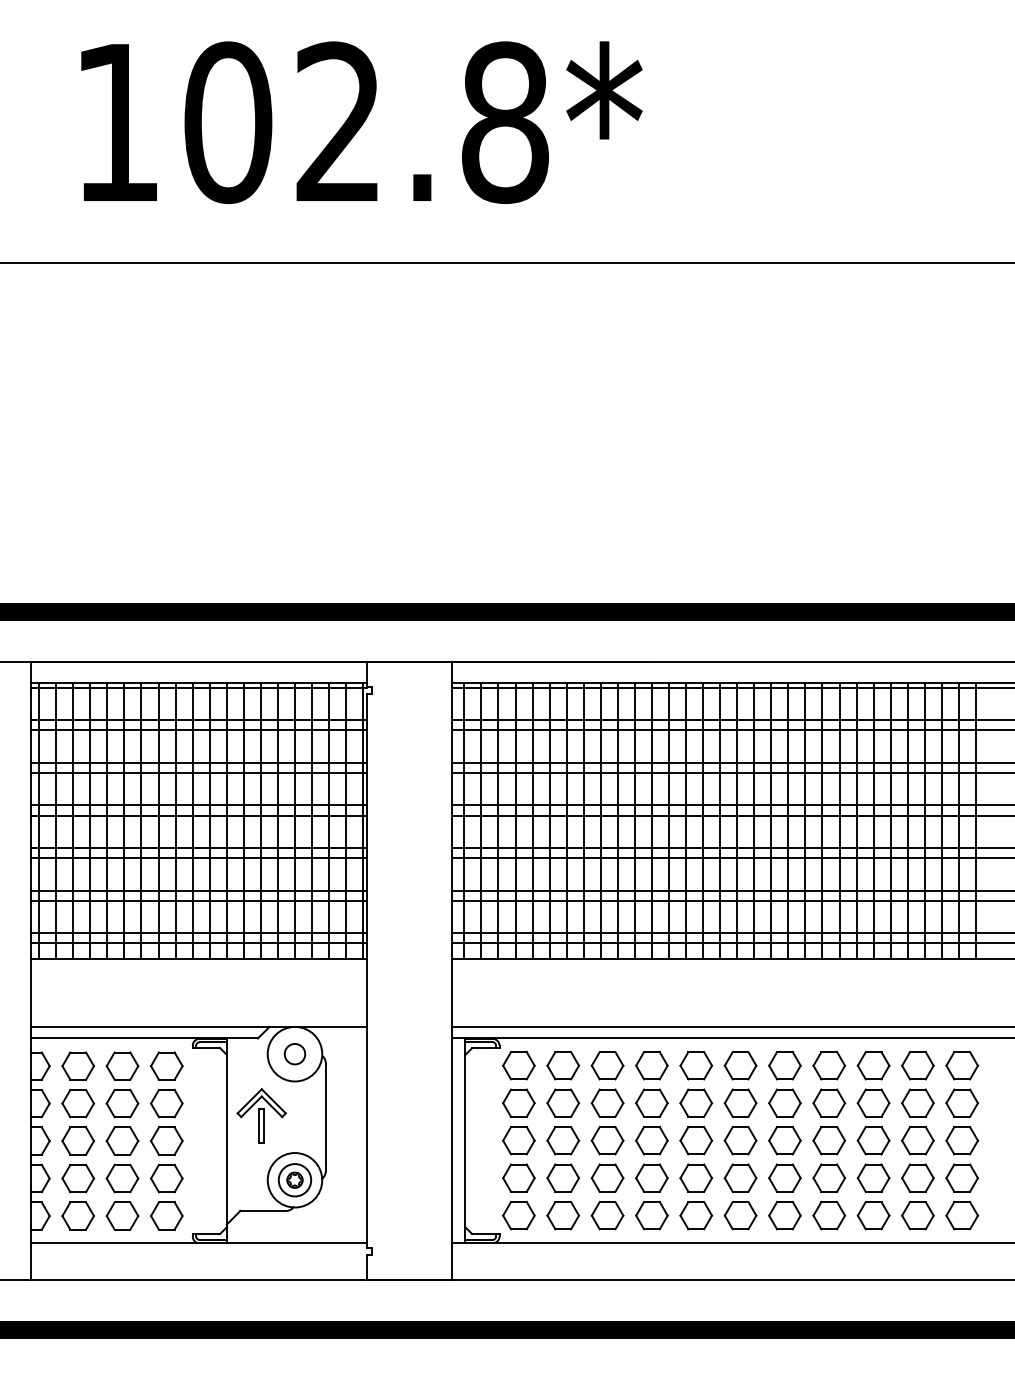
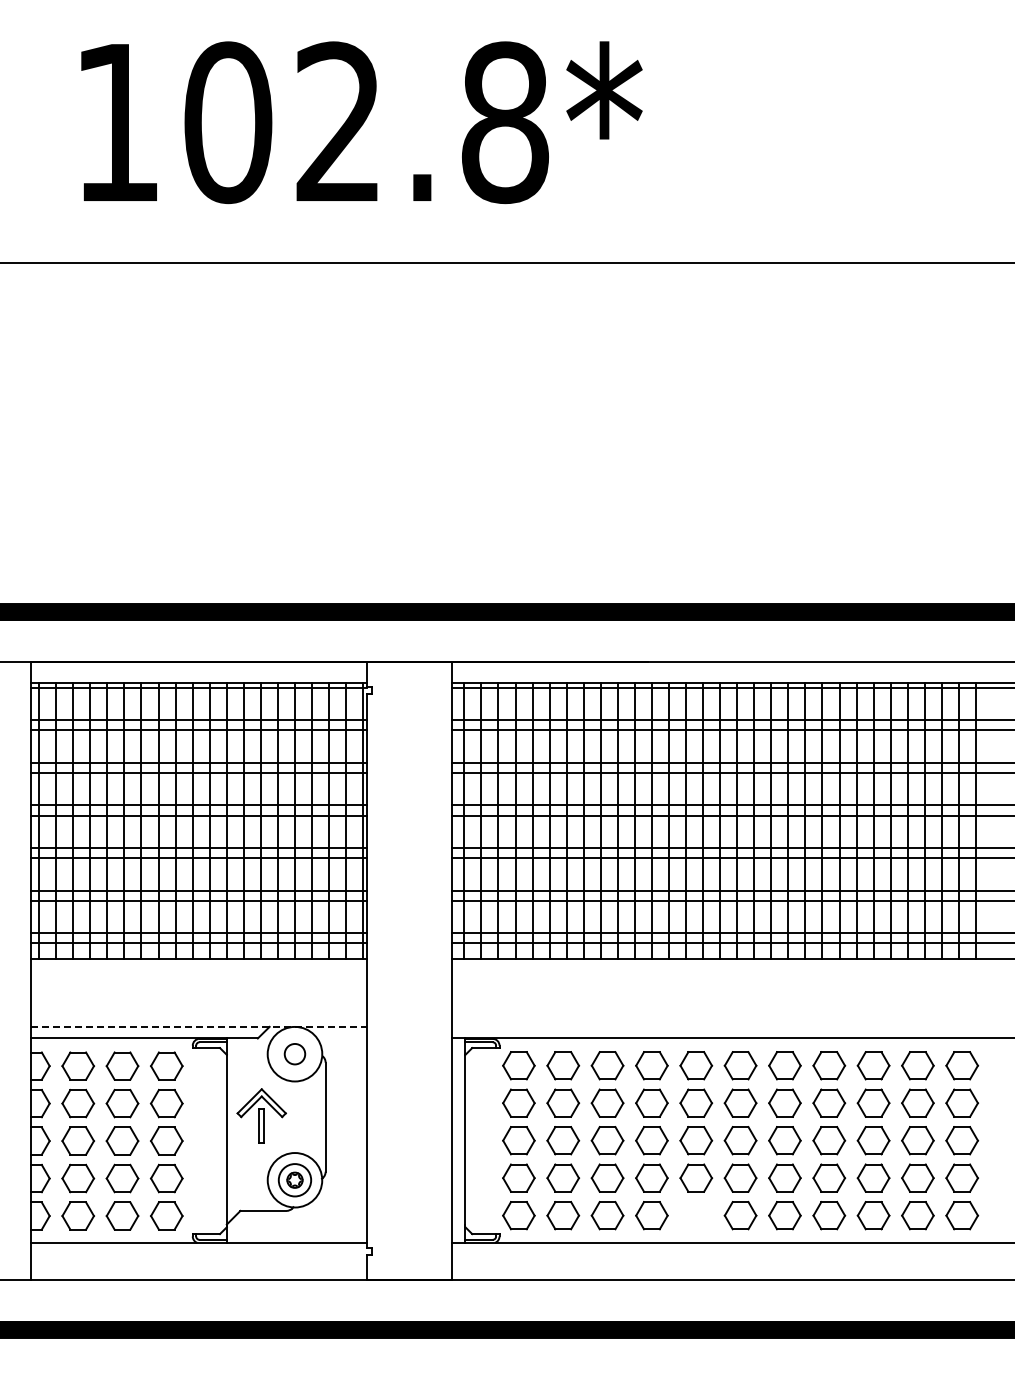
line at (198, 1026): solid -> dashed
line at (731, 1026): present -> none
part at (696, 1215): present -> none
